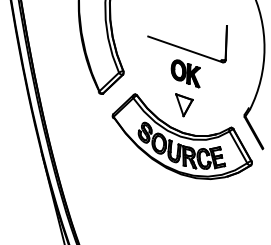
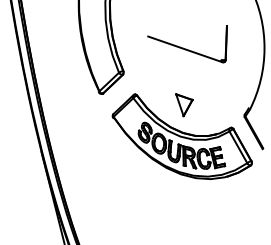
part at (185, 73): present -> none
